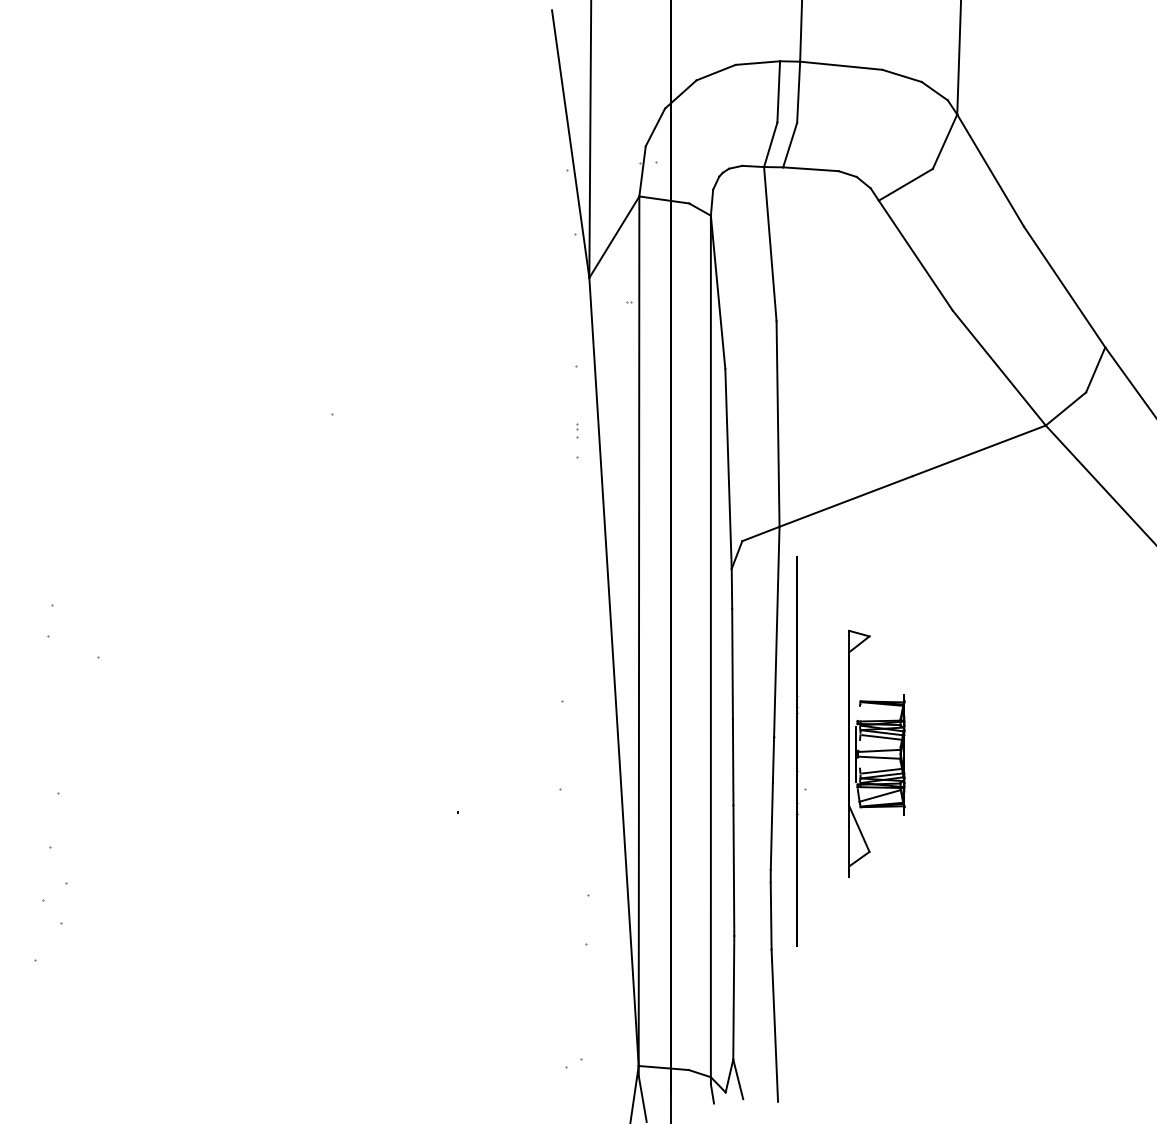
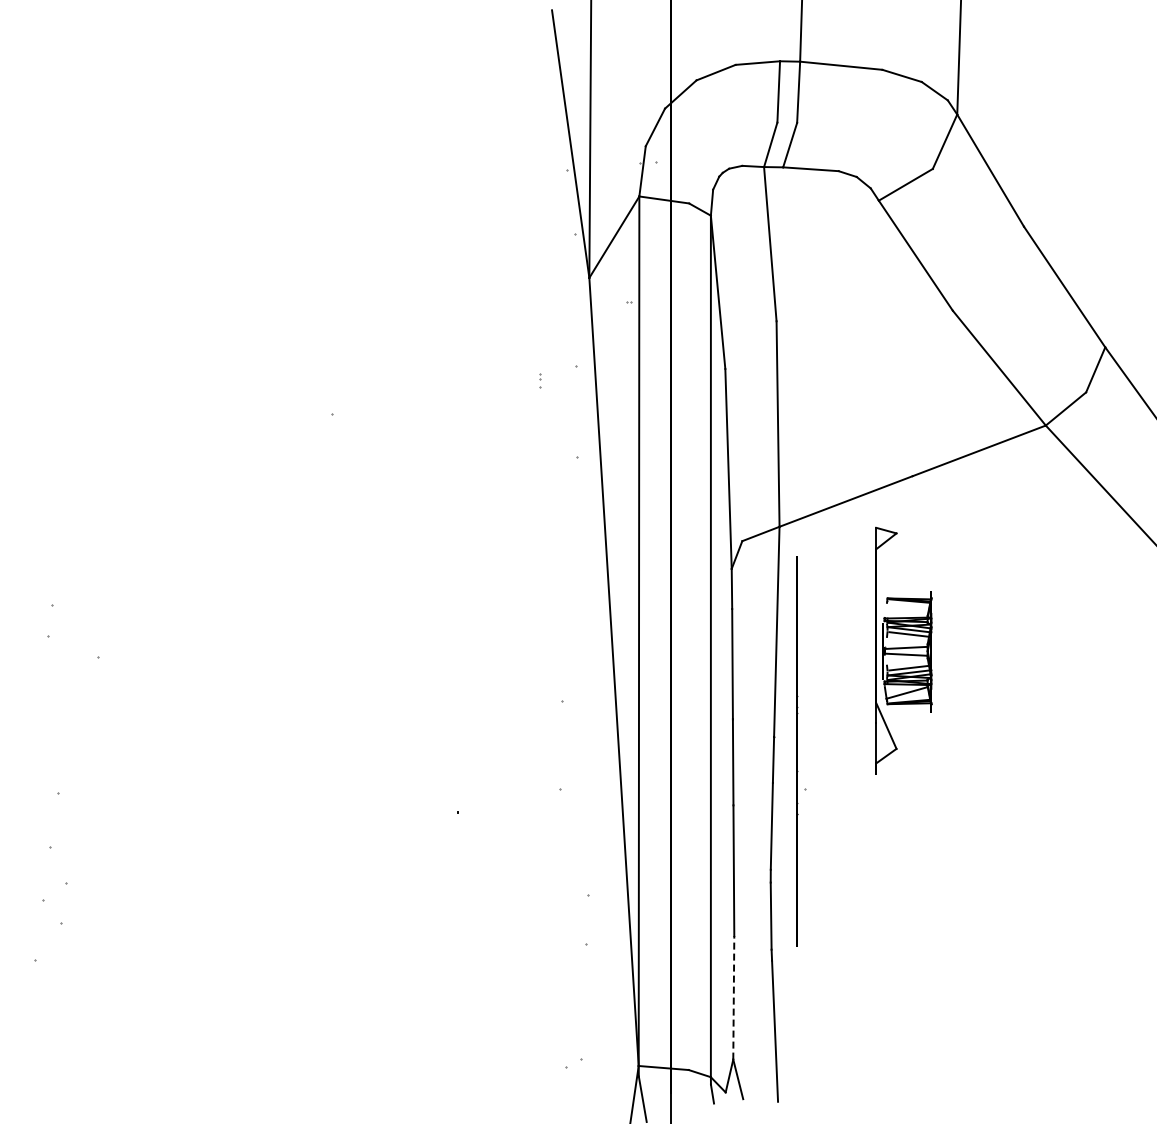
part at (577, 430) position: (577, 430) -> (540, 380)
part at (876, 753) position: (876, 753) -> (903, 650)
line at (733, 997): solid -> dashed
